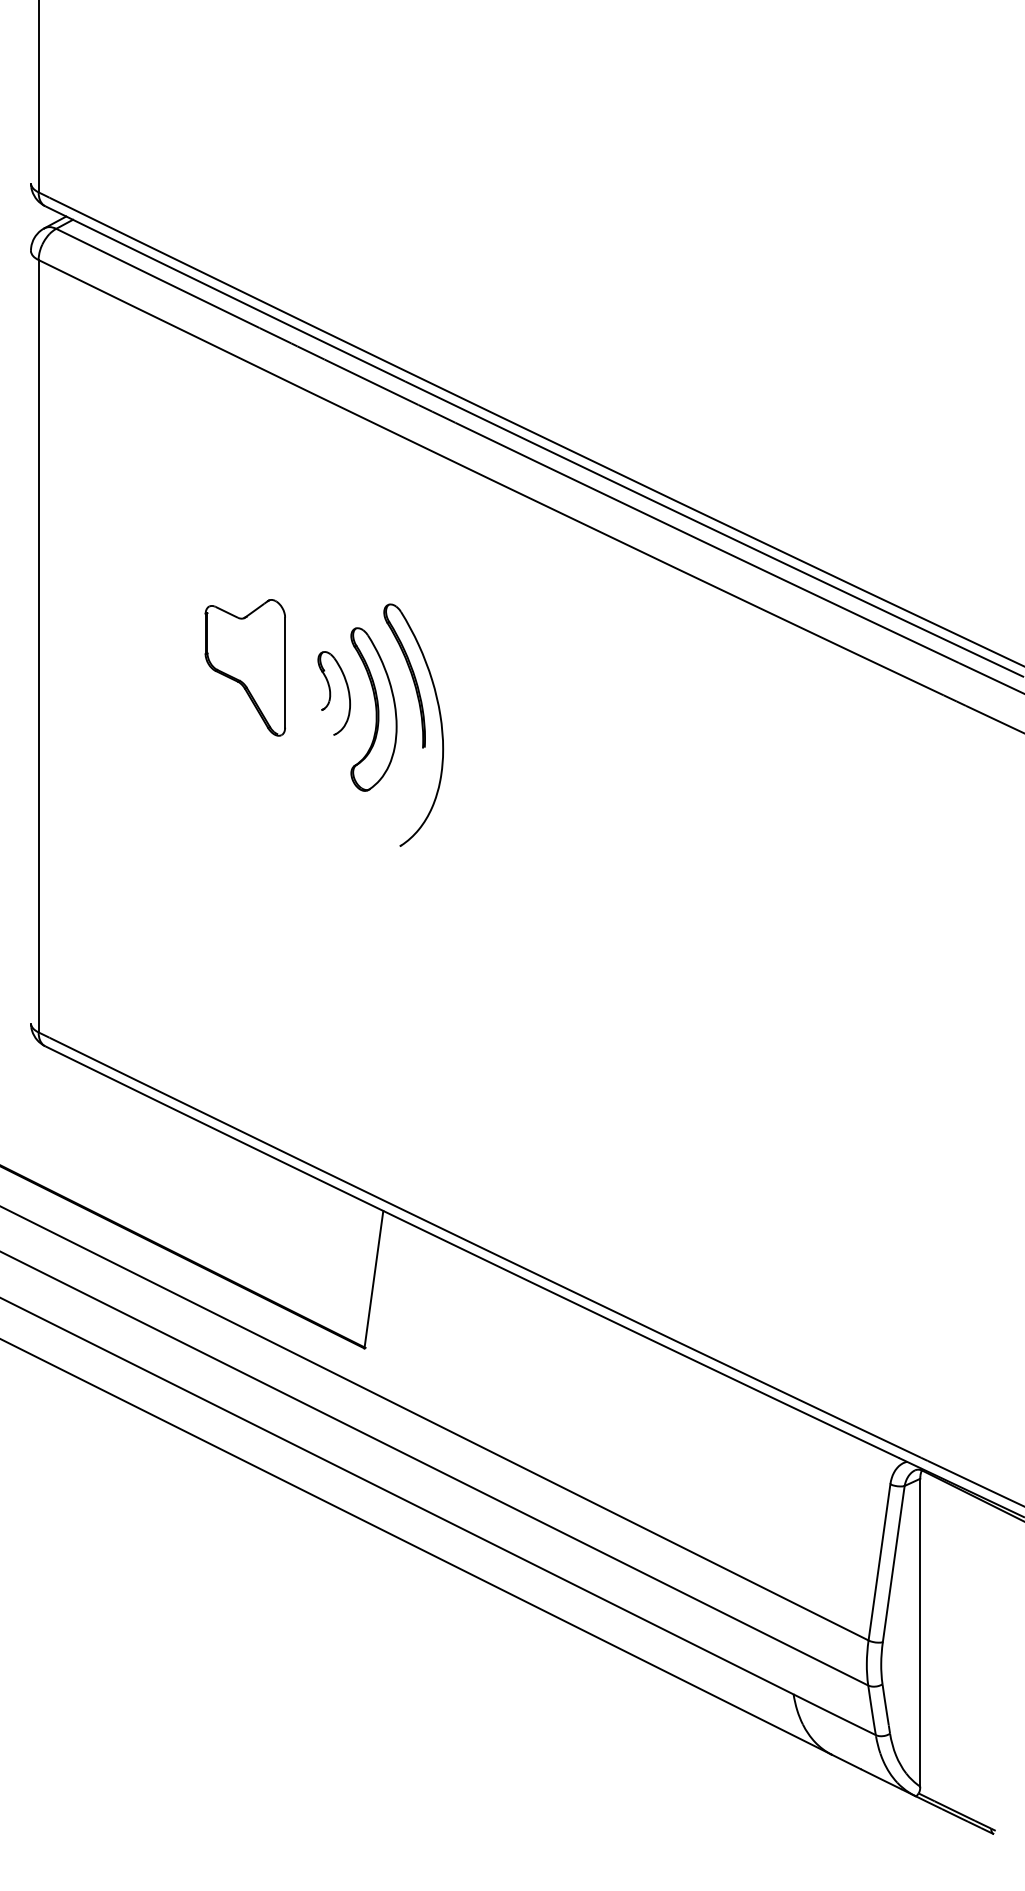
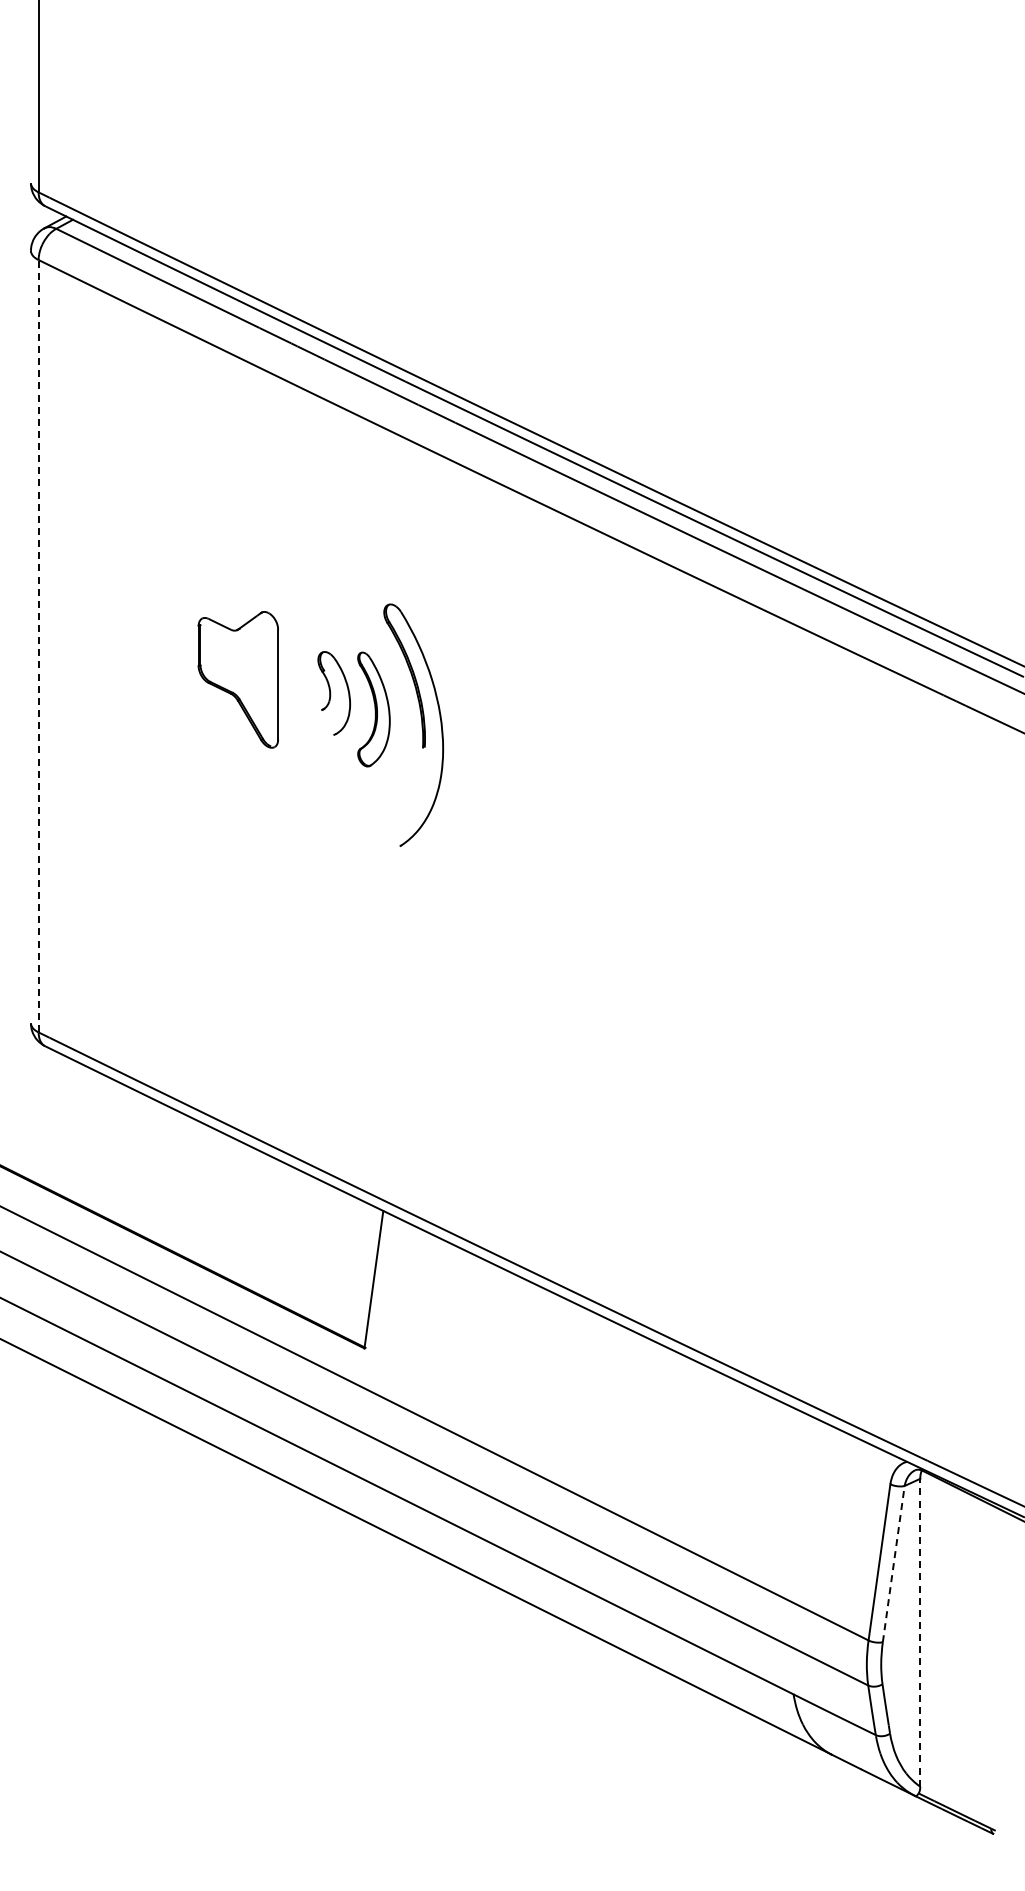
line at (38, 645): solid -> dashed
part at (244, 667) position: (244, 667) -> (237, 679)
part at (373, 709) size: 48x165 px -> 34x117 px
line at (893, 1564): solid -> dashed
line at (920, 1632): solid -> dashed
